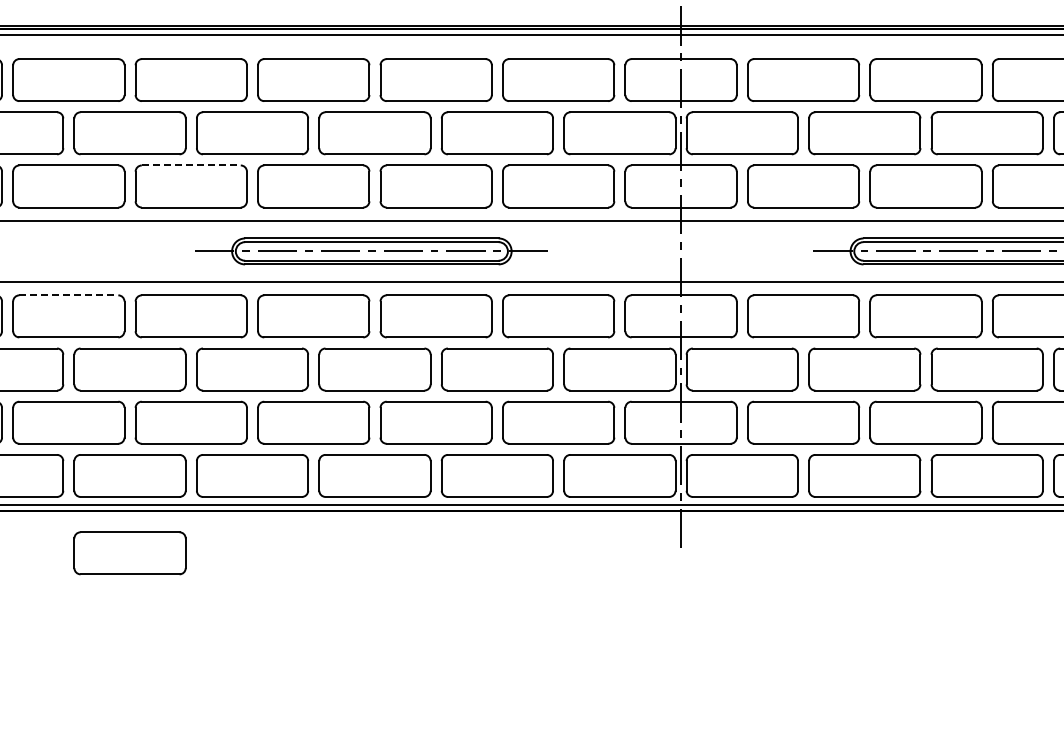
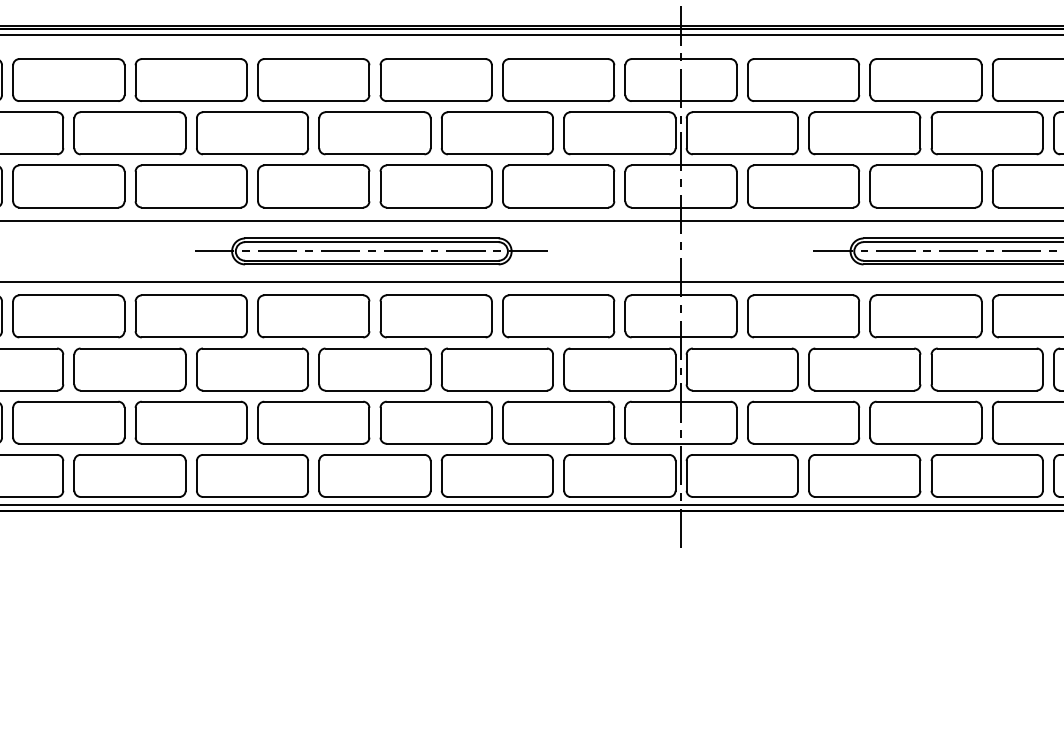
line at (191, 165): dashed -> solid
line at (69, 295): dashed -> solid
part at (129, 553): present -> none
